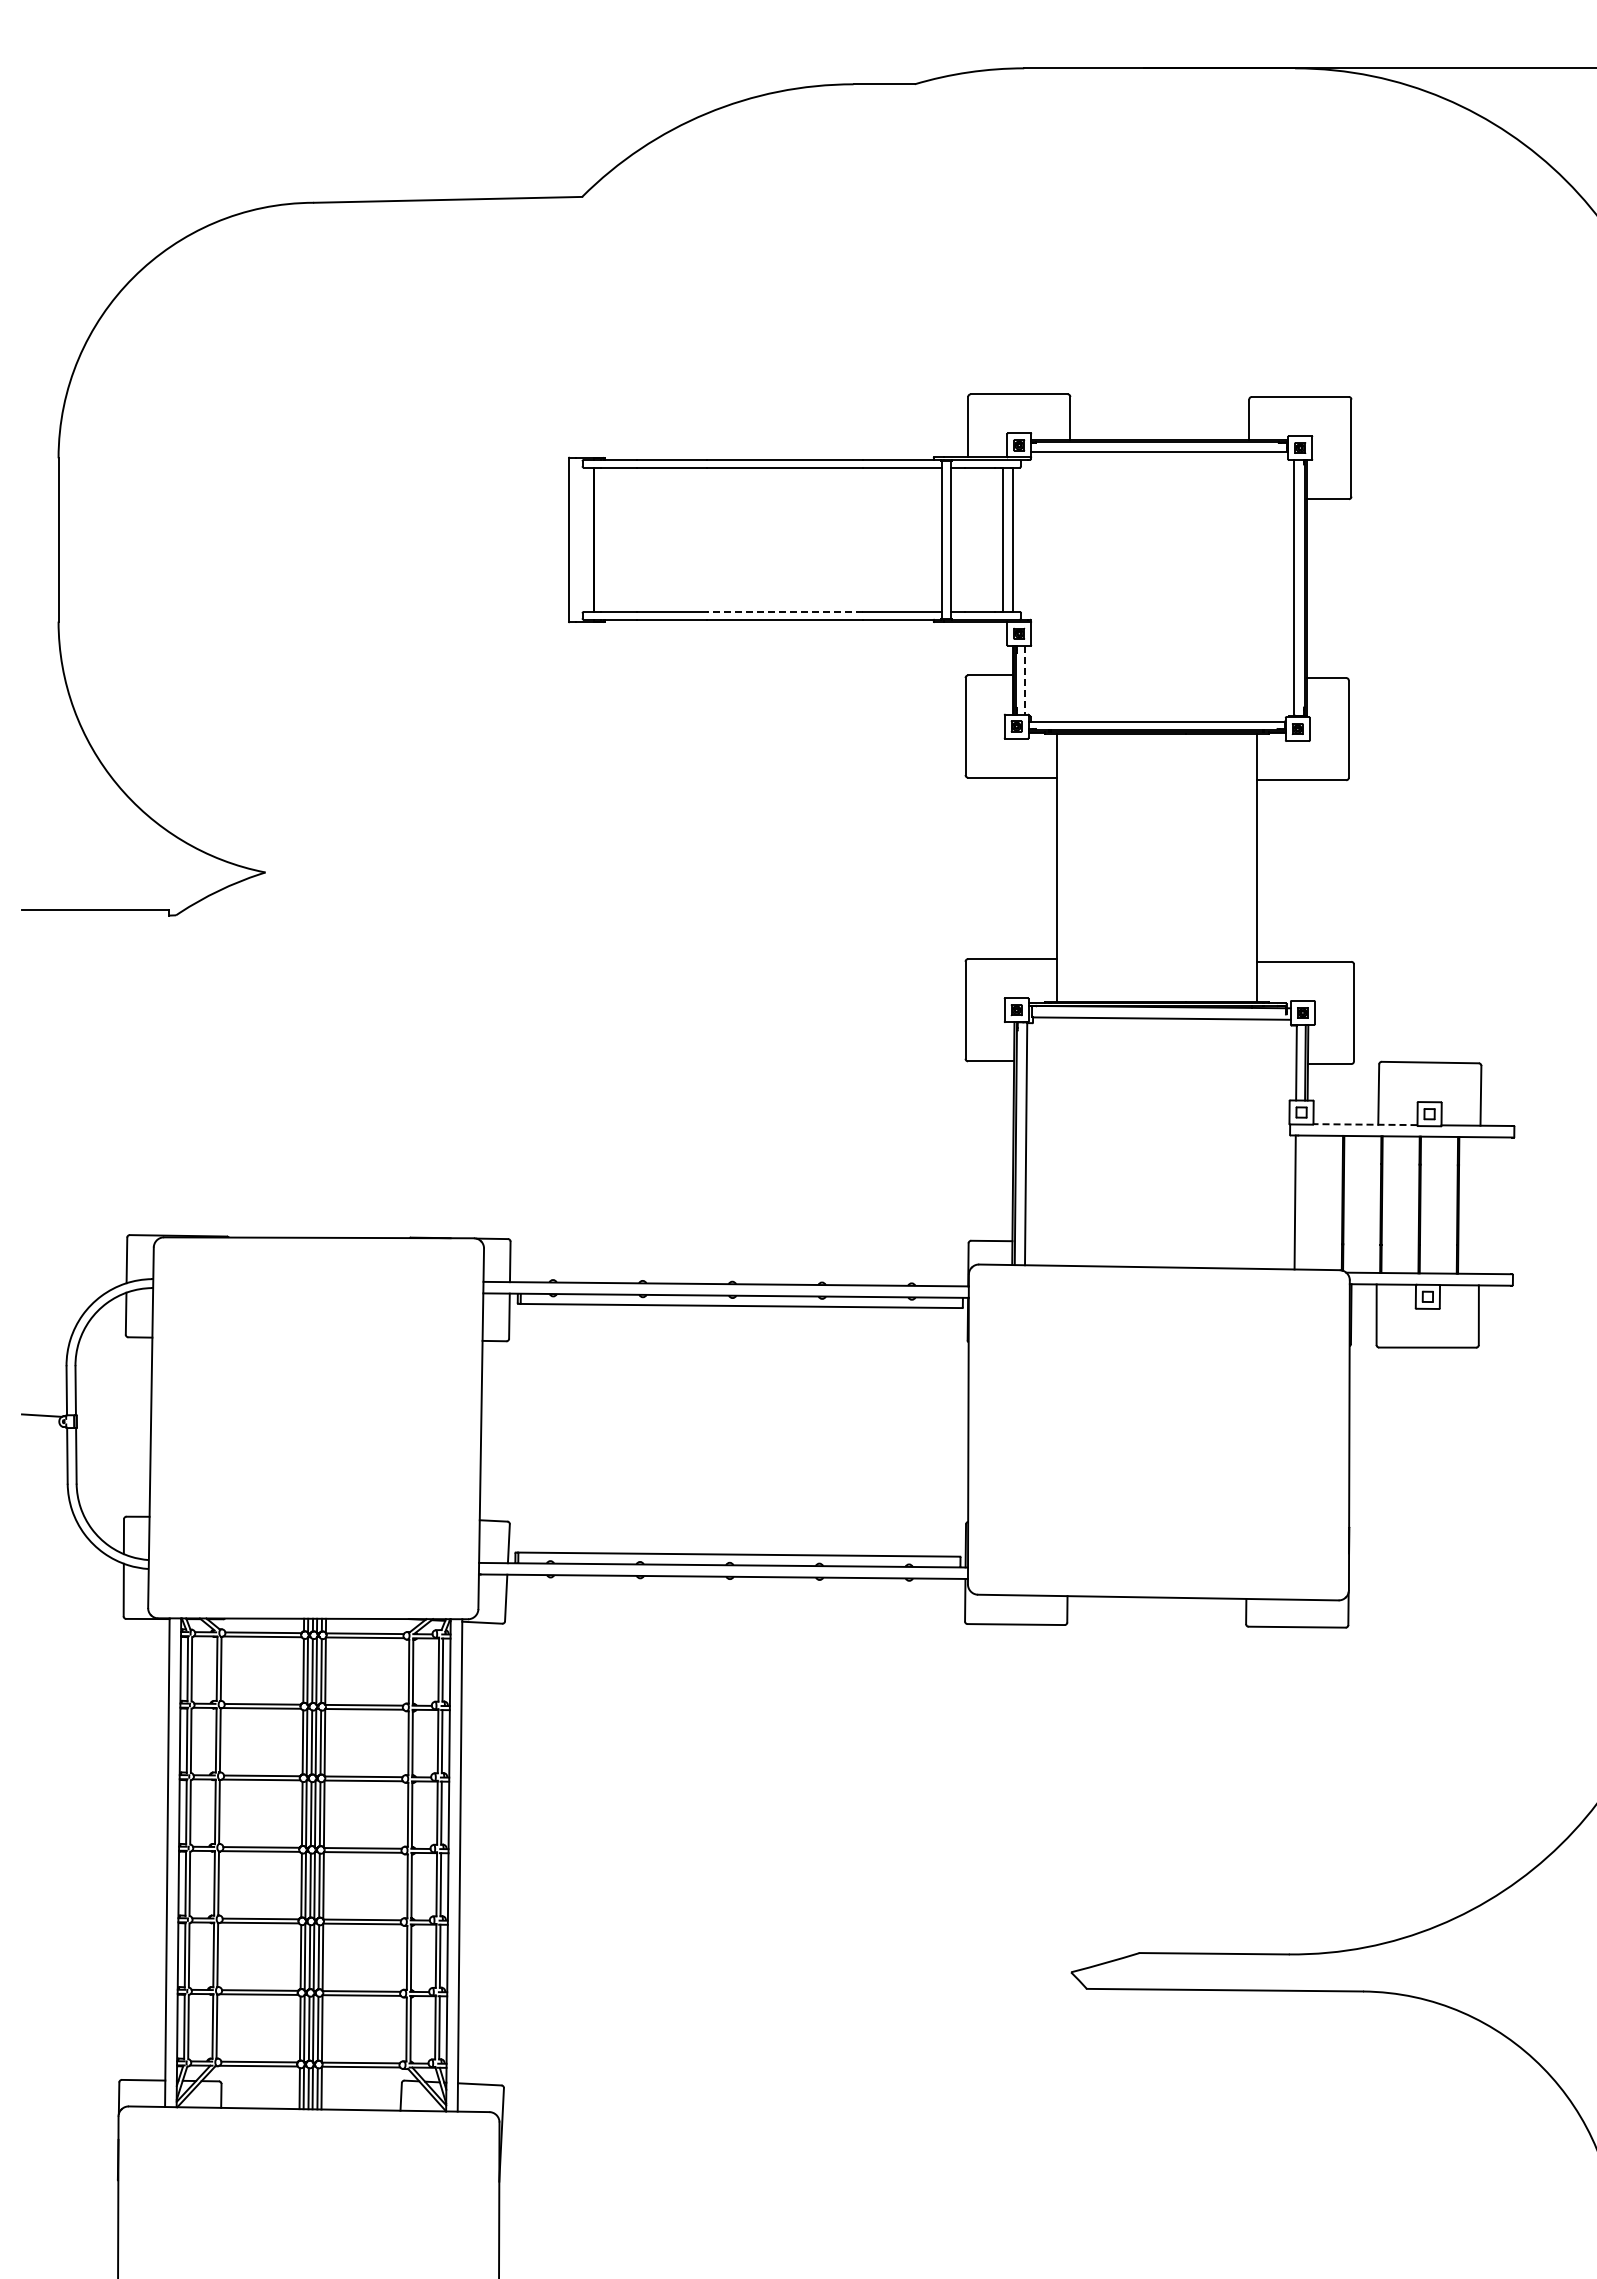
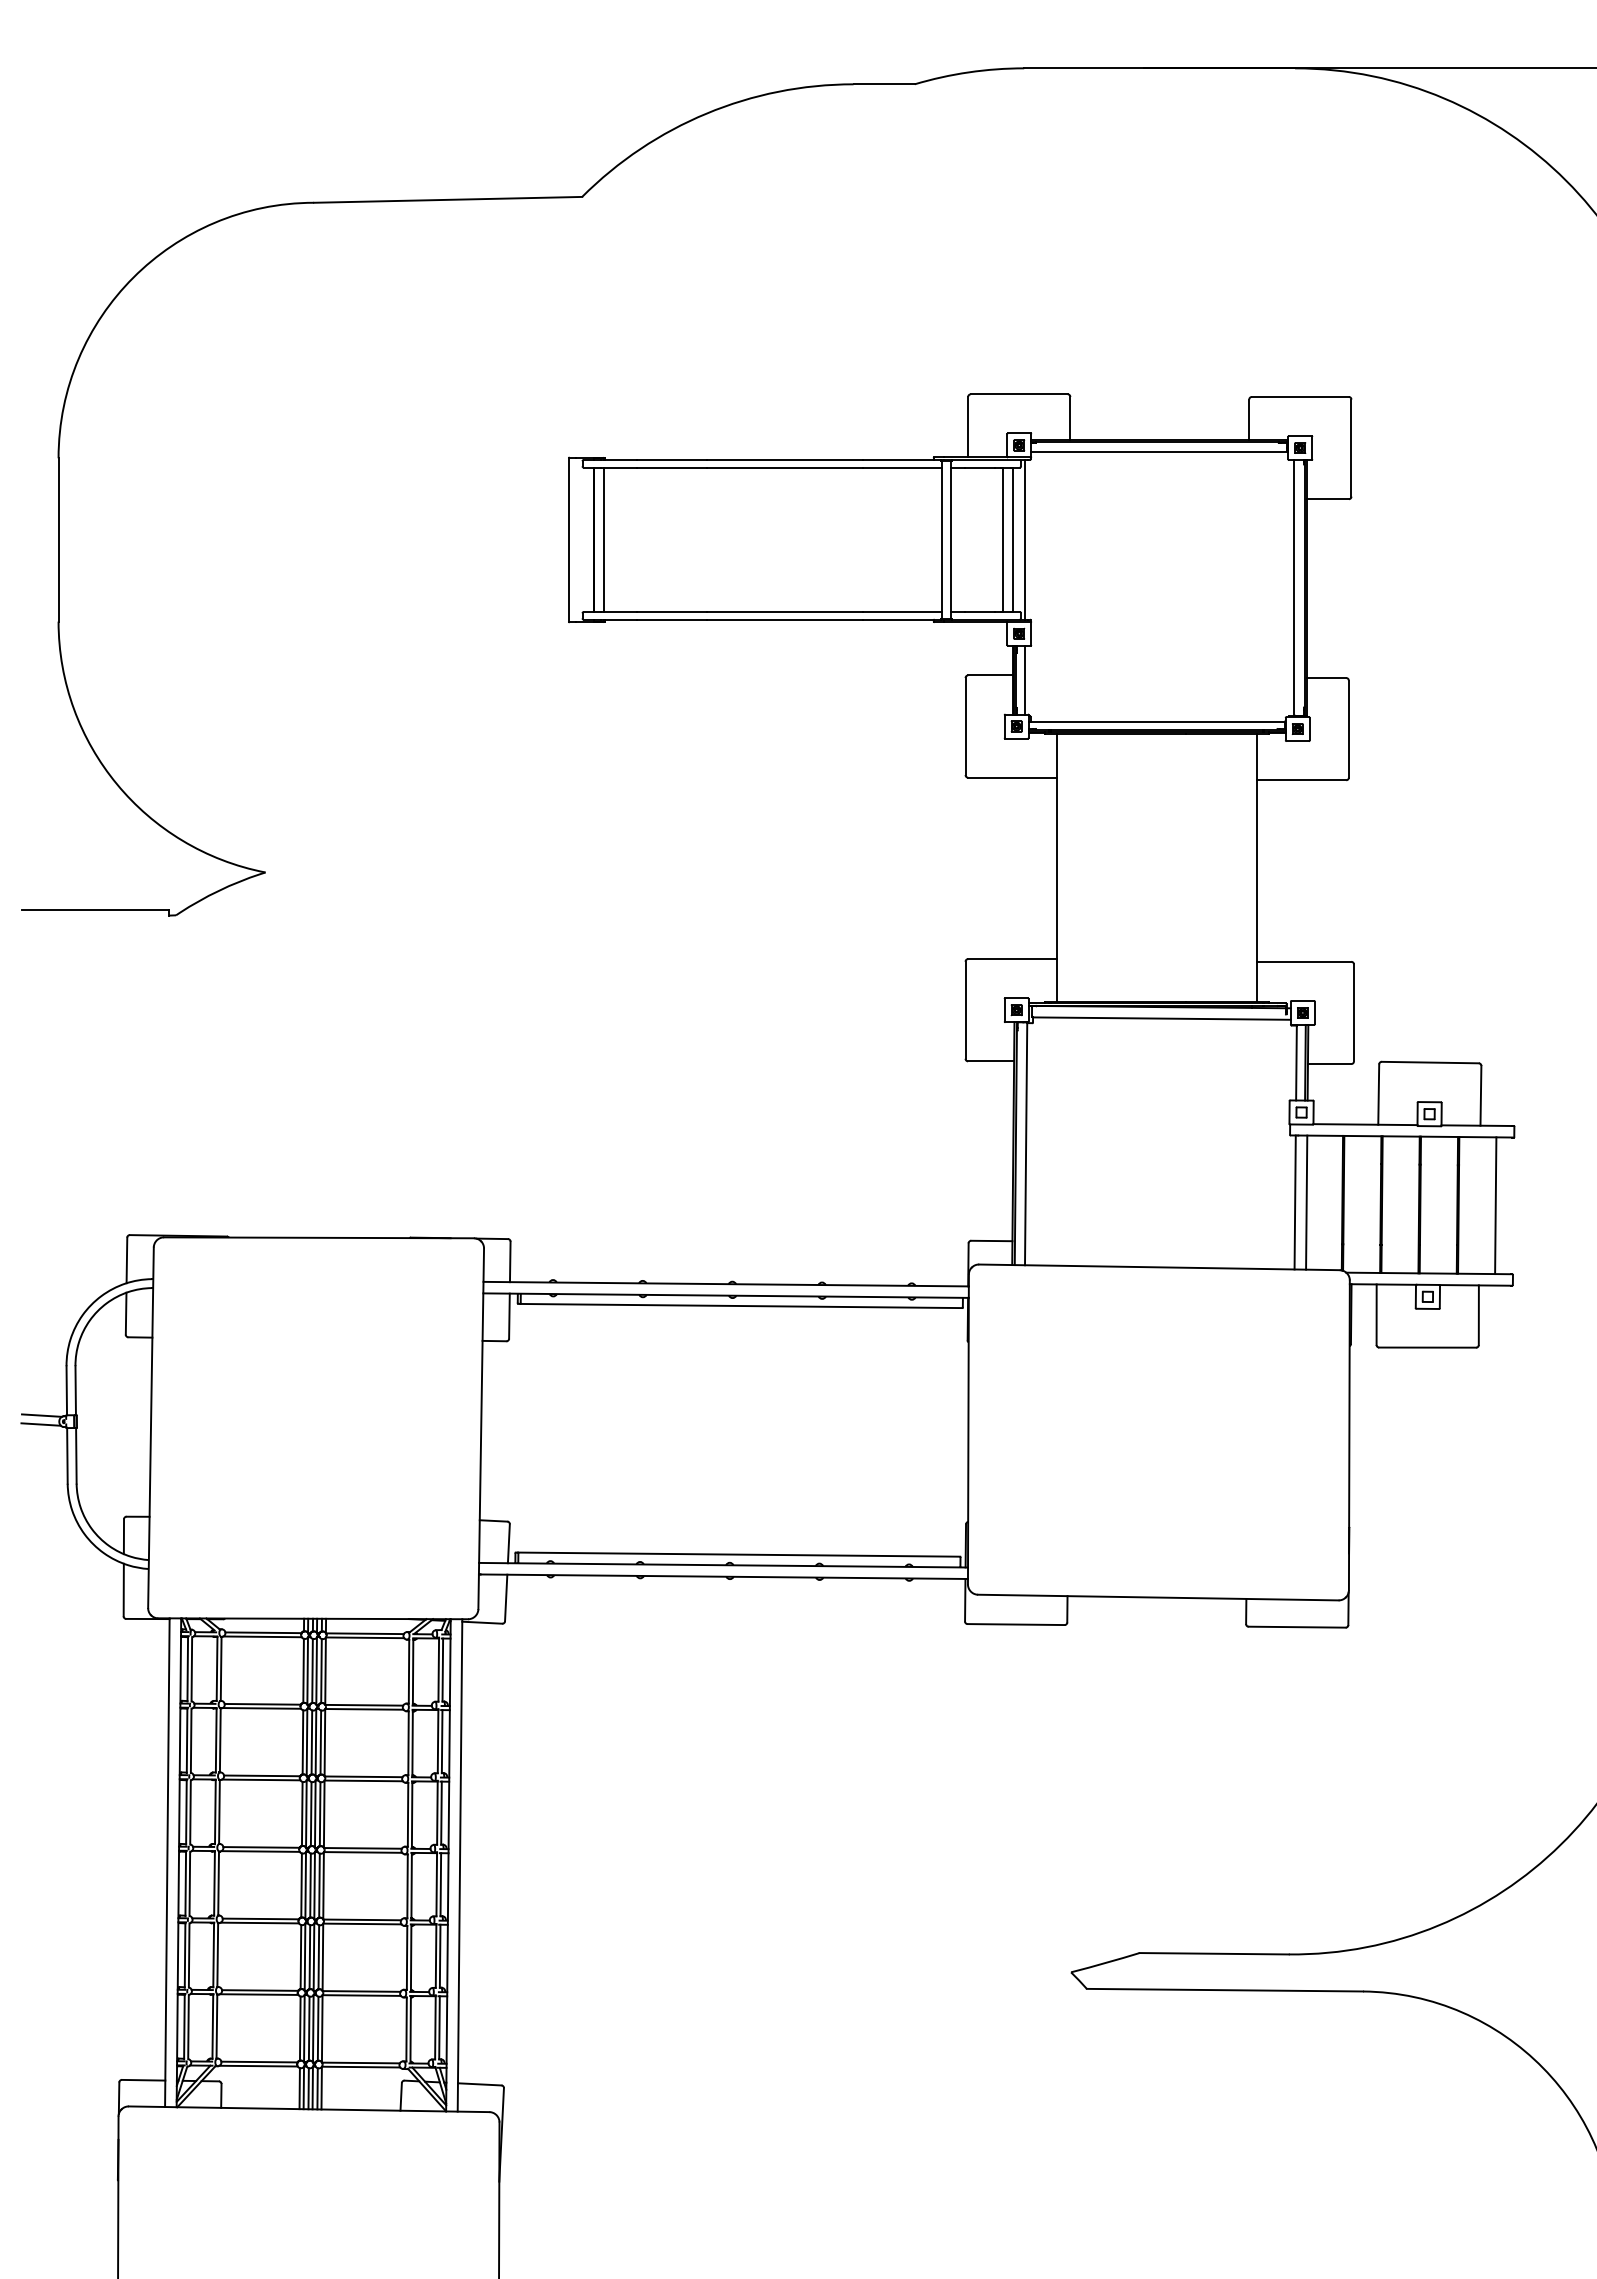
line at (603, 539): none -> present
line at (1024, 539): none -> present
line at (784, 612): dashed -> solid
line at (1024, 680): dashed -> solid
line at (1364, 1124): dashed -> solid
line at (1306, 1202): none -> present
line at (1495, 1205): none -> present
line at (40, 1424): none -> present
